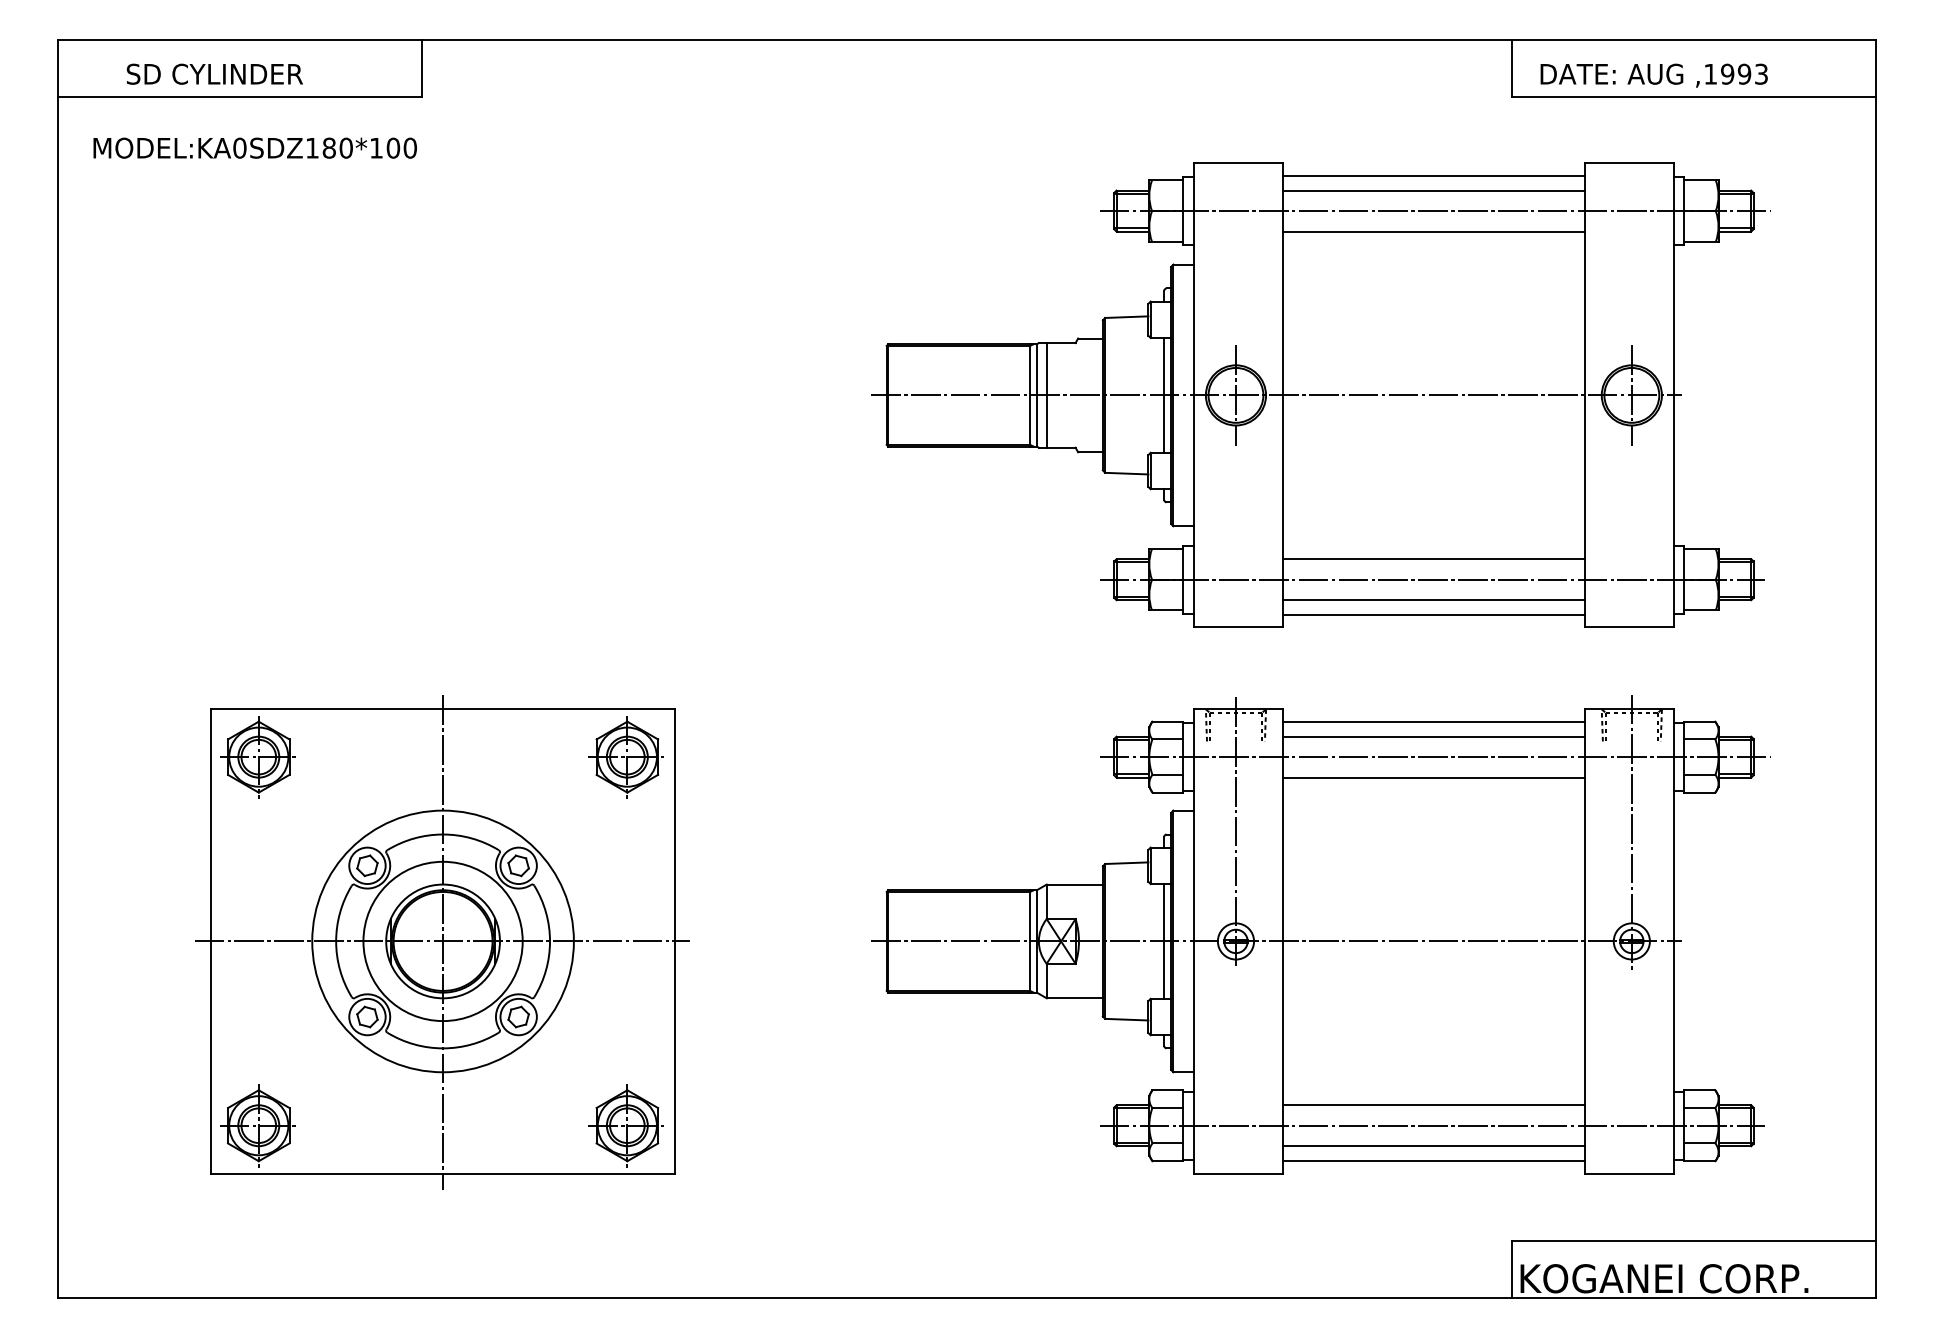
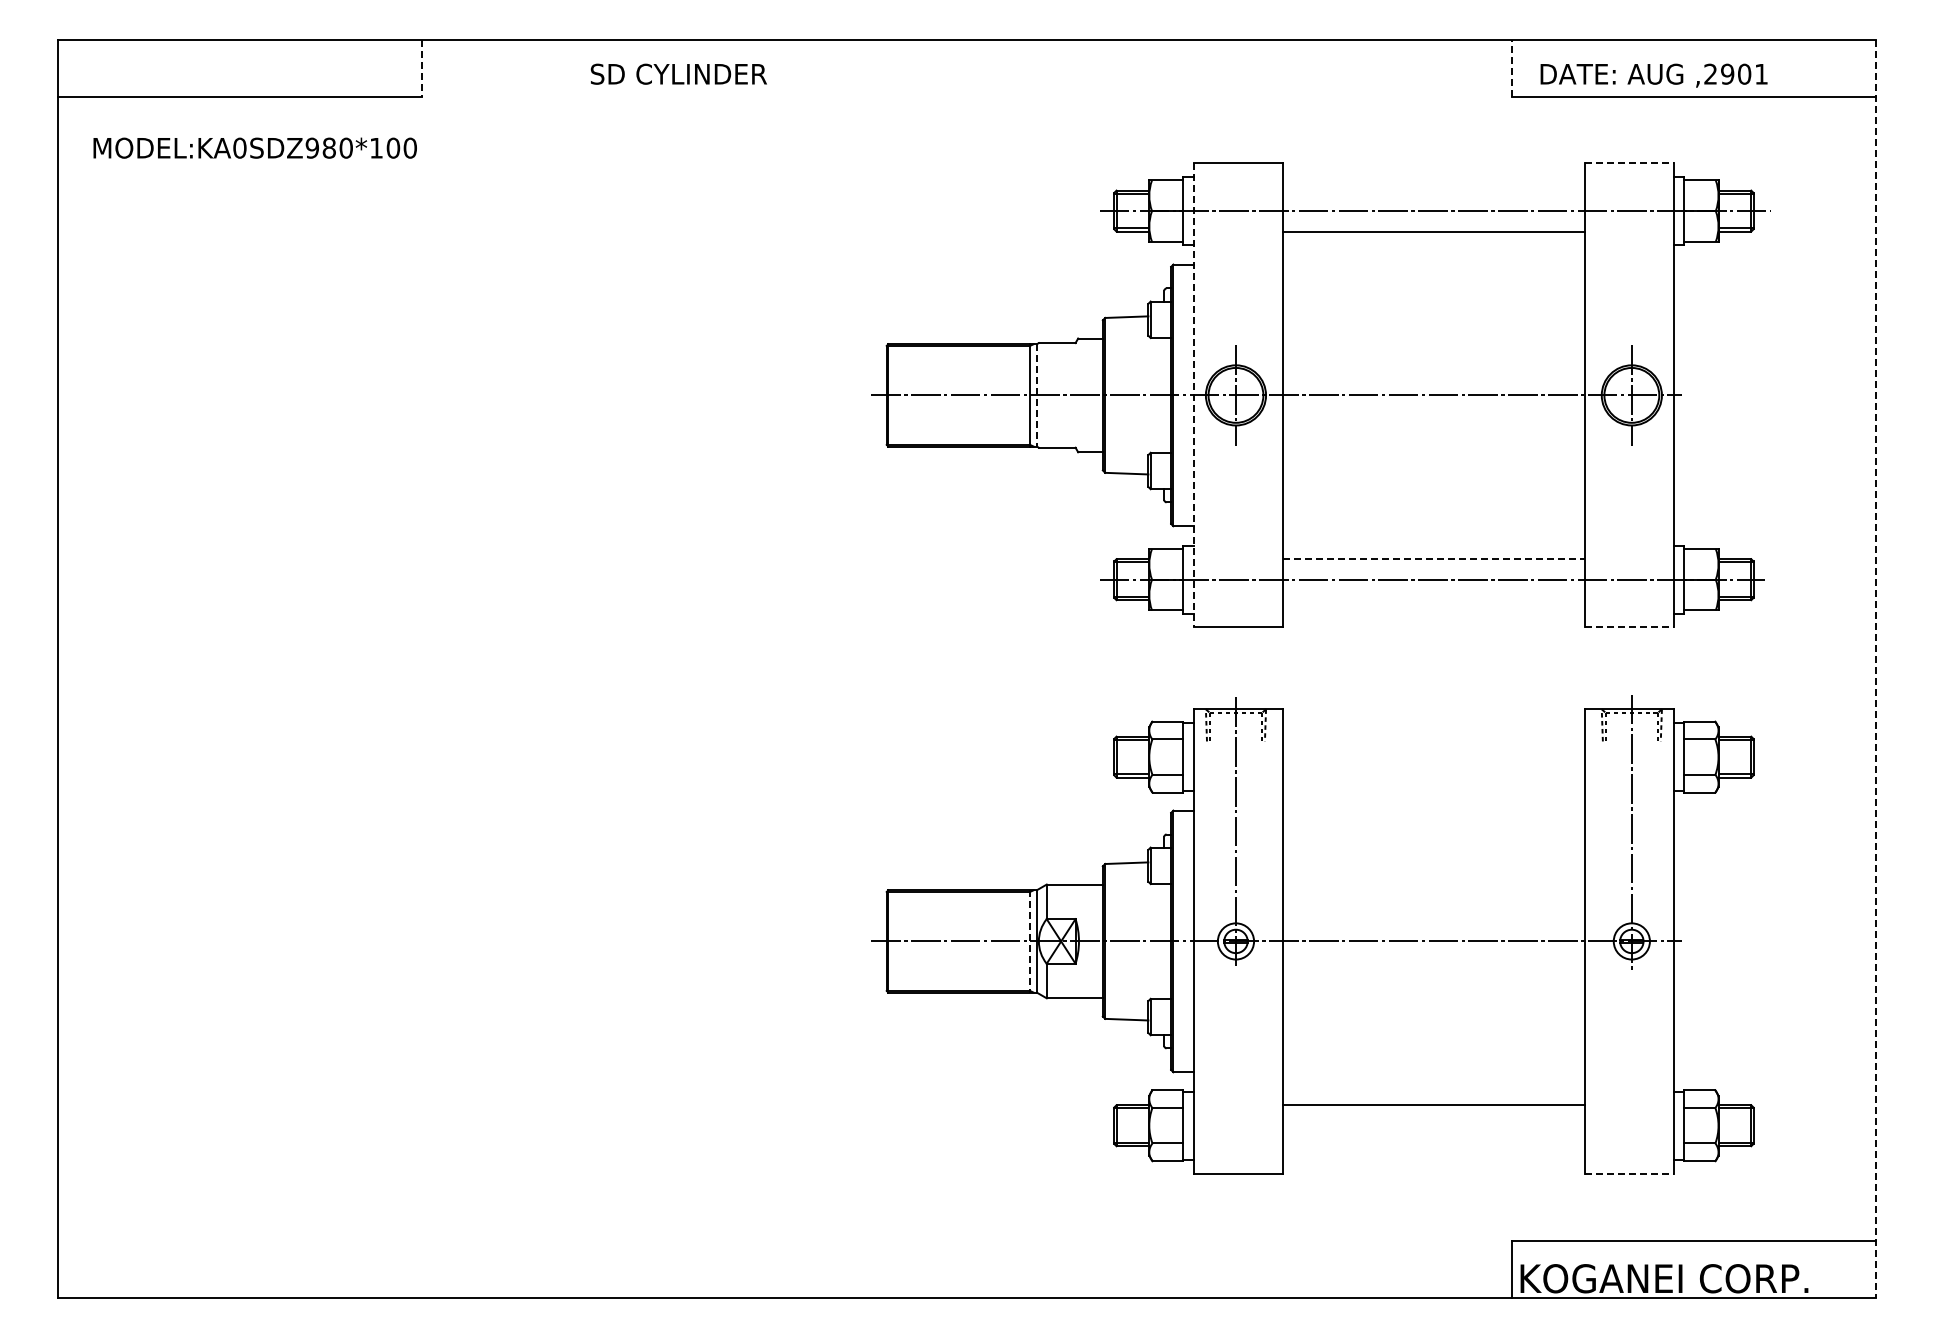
line at (1511, 67): solid -> dashed
line at (422, 68): solid -> dashed
text at (214, 73) position: (214, 73) -> (678, 73)
text at (1735, 73): ,1993 -> ,2901
text at (311, 147): MODEL:KA0SDZ180*100 -> MODEL:KA0SDZ980*100
line at (1630, 163): solid -> dashed
line at (1433, 175): present -> none
line at (1433, 190): present -> none
line at (1036, 395): solid -> dashed
line at (1046, 395): present -> none
line at (1164, 395): present -> none
line at (1193, 395): solid -> dashed
line at (1434, 559): solid -> dashed
line at (1433, 600): present -> none
line at (1433, 614): present -> none
line at (1630, 627): solid -> dashed
line at (1875, 669): solid -> dashed
line at (1433, 721): present -> none
line at (1433, 736): present -> none
line at (1435, 757): present -> none
line at (1433, 777): present -> none
line at (1030, 941): solid -> dashed
line at (1164, 941): present -> none
part at (442, 942): present -> none
line at (1432, 1125): present -> none
line at (1433, 1146): present -> none
line at (1433, 1161): present -> none
line at (1630, 1173): solid -> dashed
